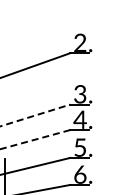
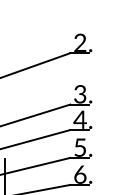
line at (36, 115): dashed -> solid
line at (34, 139): dashed -> solid
